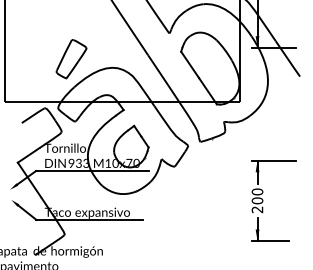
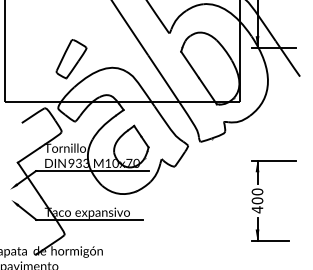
text at (257, 209): 200 -> 400
